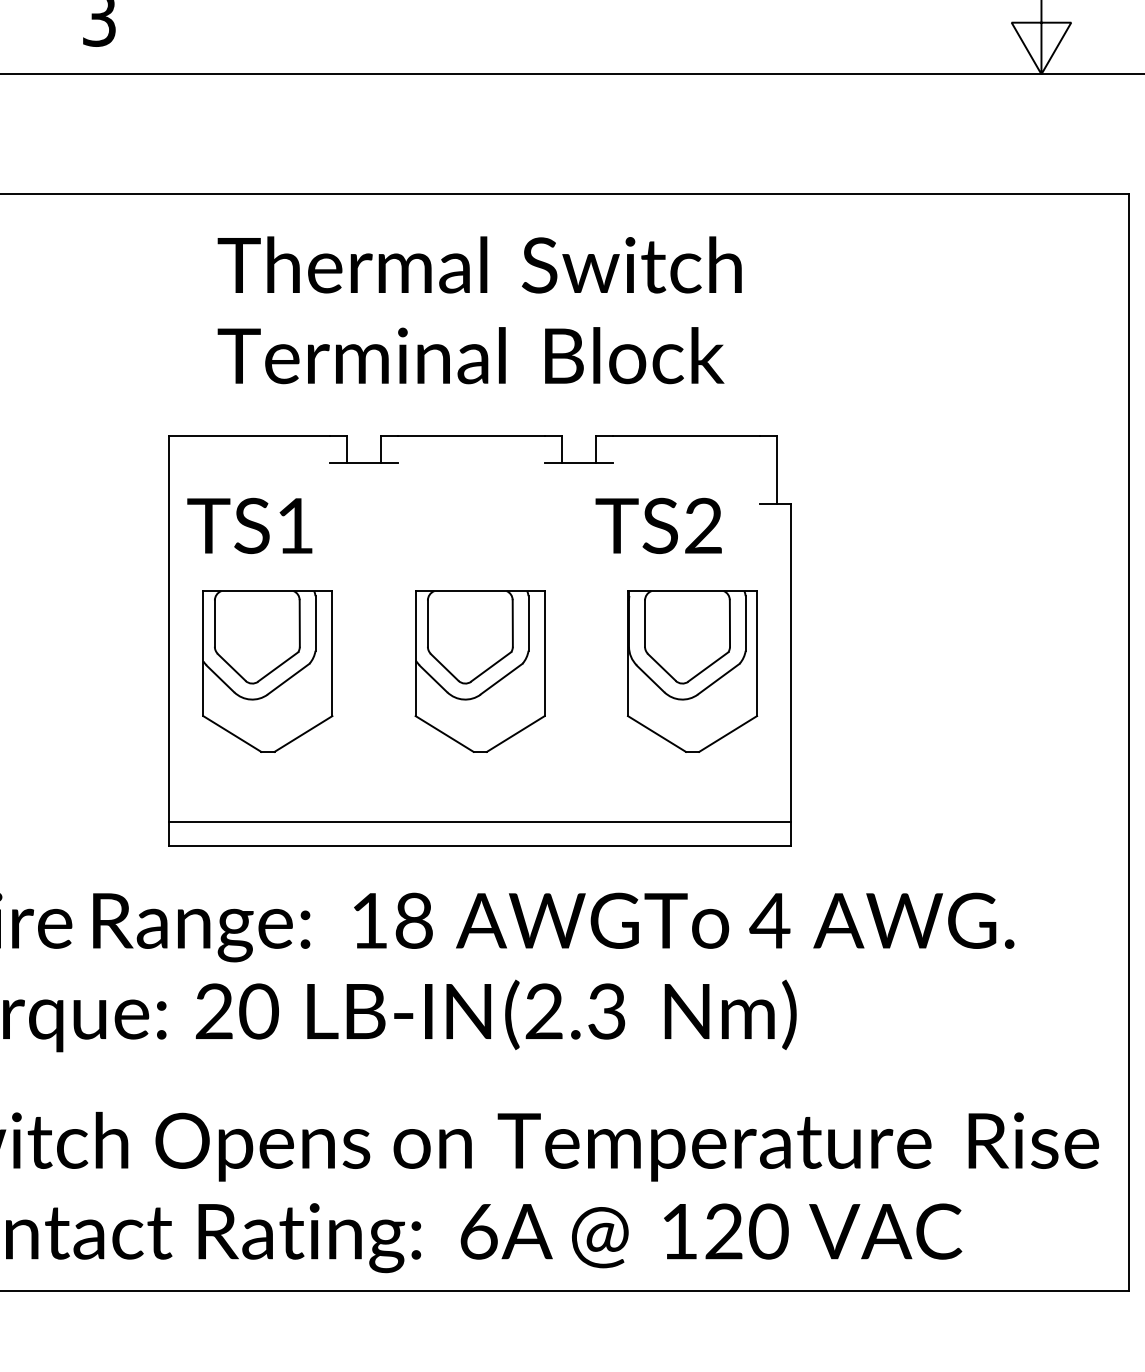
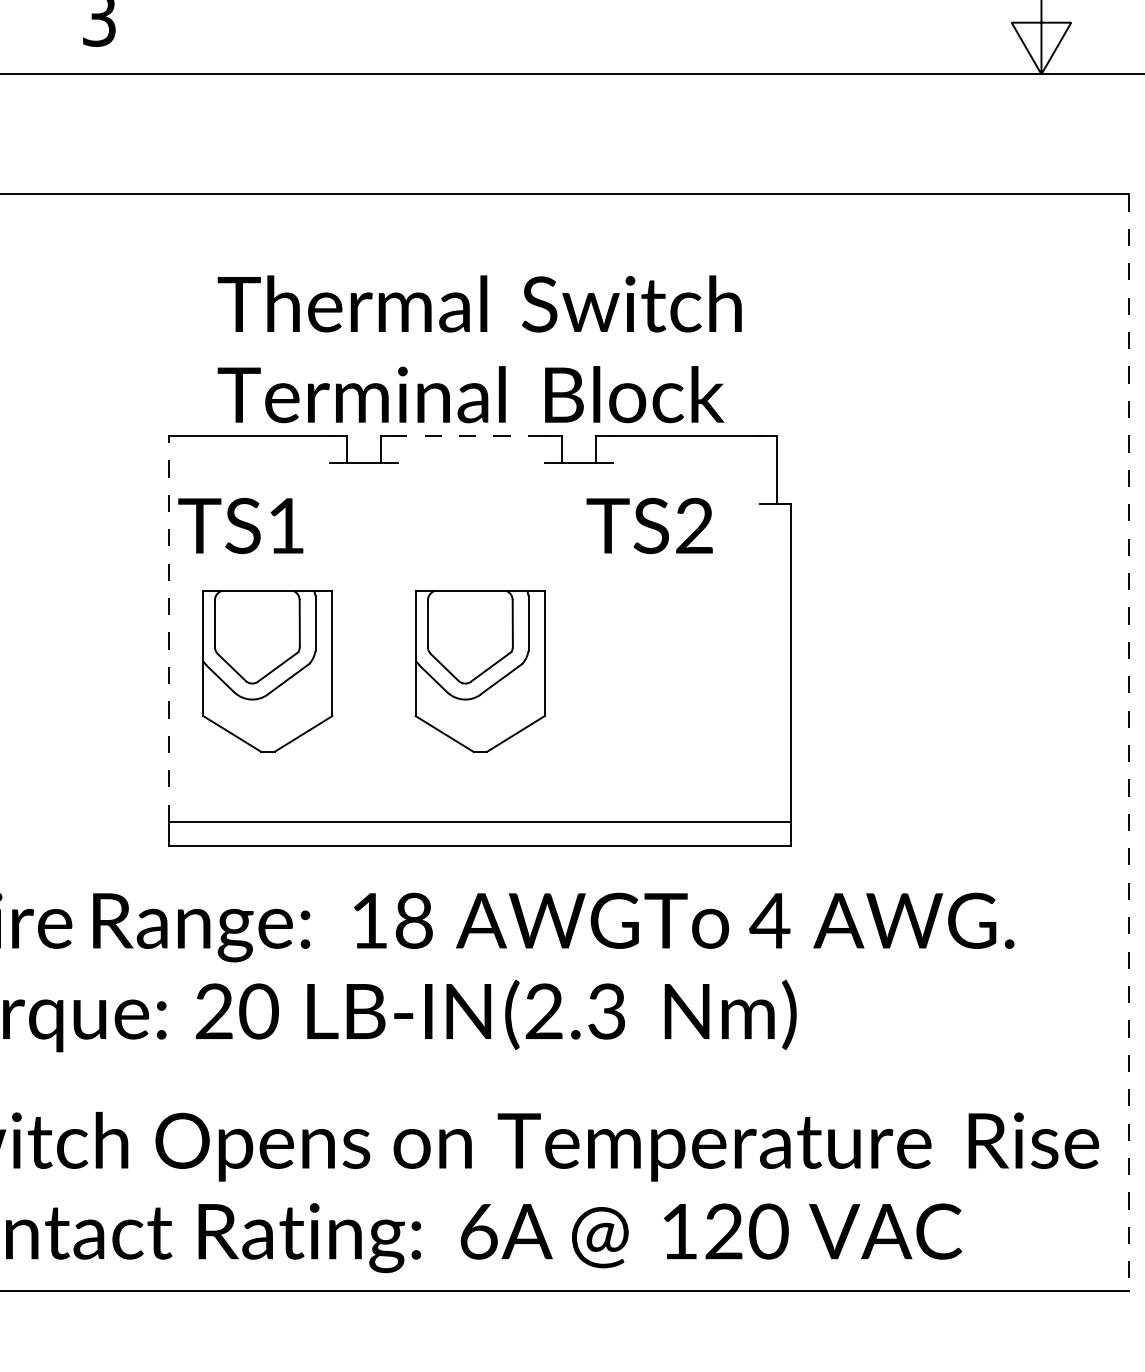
text at (479, 310) position: (479, 310) -> (479, 349)
line at (471, 436): solid -> dashed
text at (454, 525) position: (454, 525) -> (445, 525)
line at (168, 629): solid -> dashed
part at (692, 671): present -> none
line at (1129, 743): solid -> dashed
